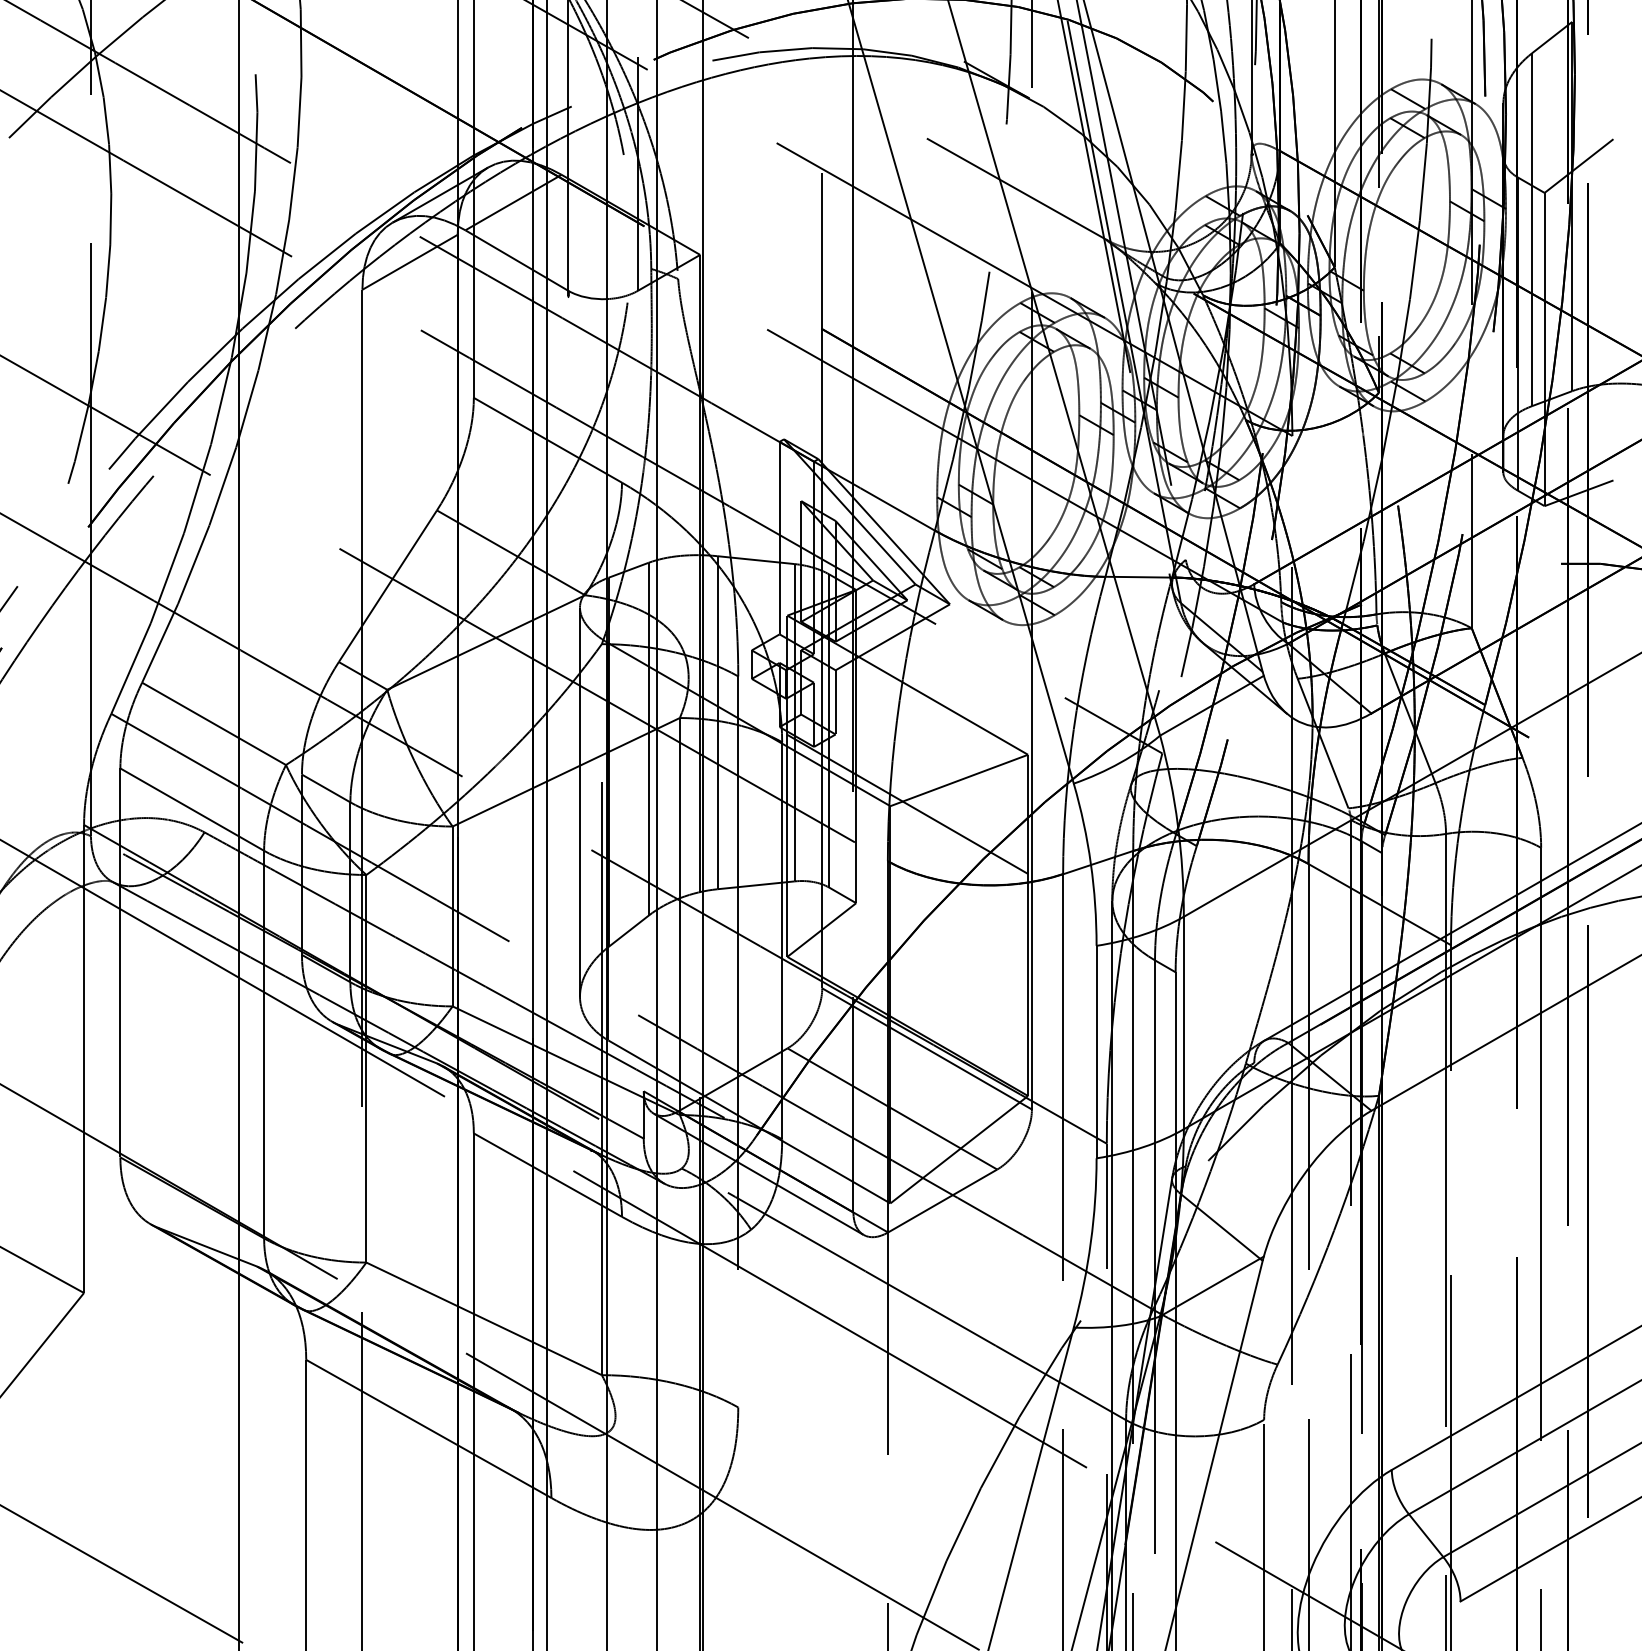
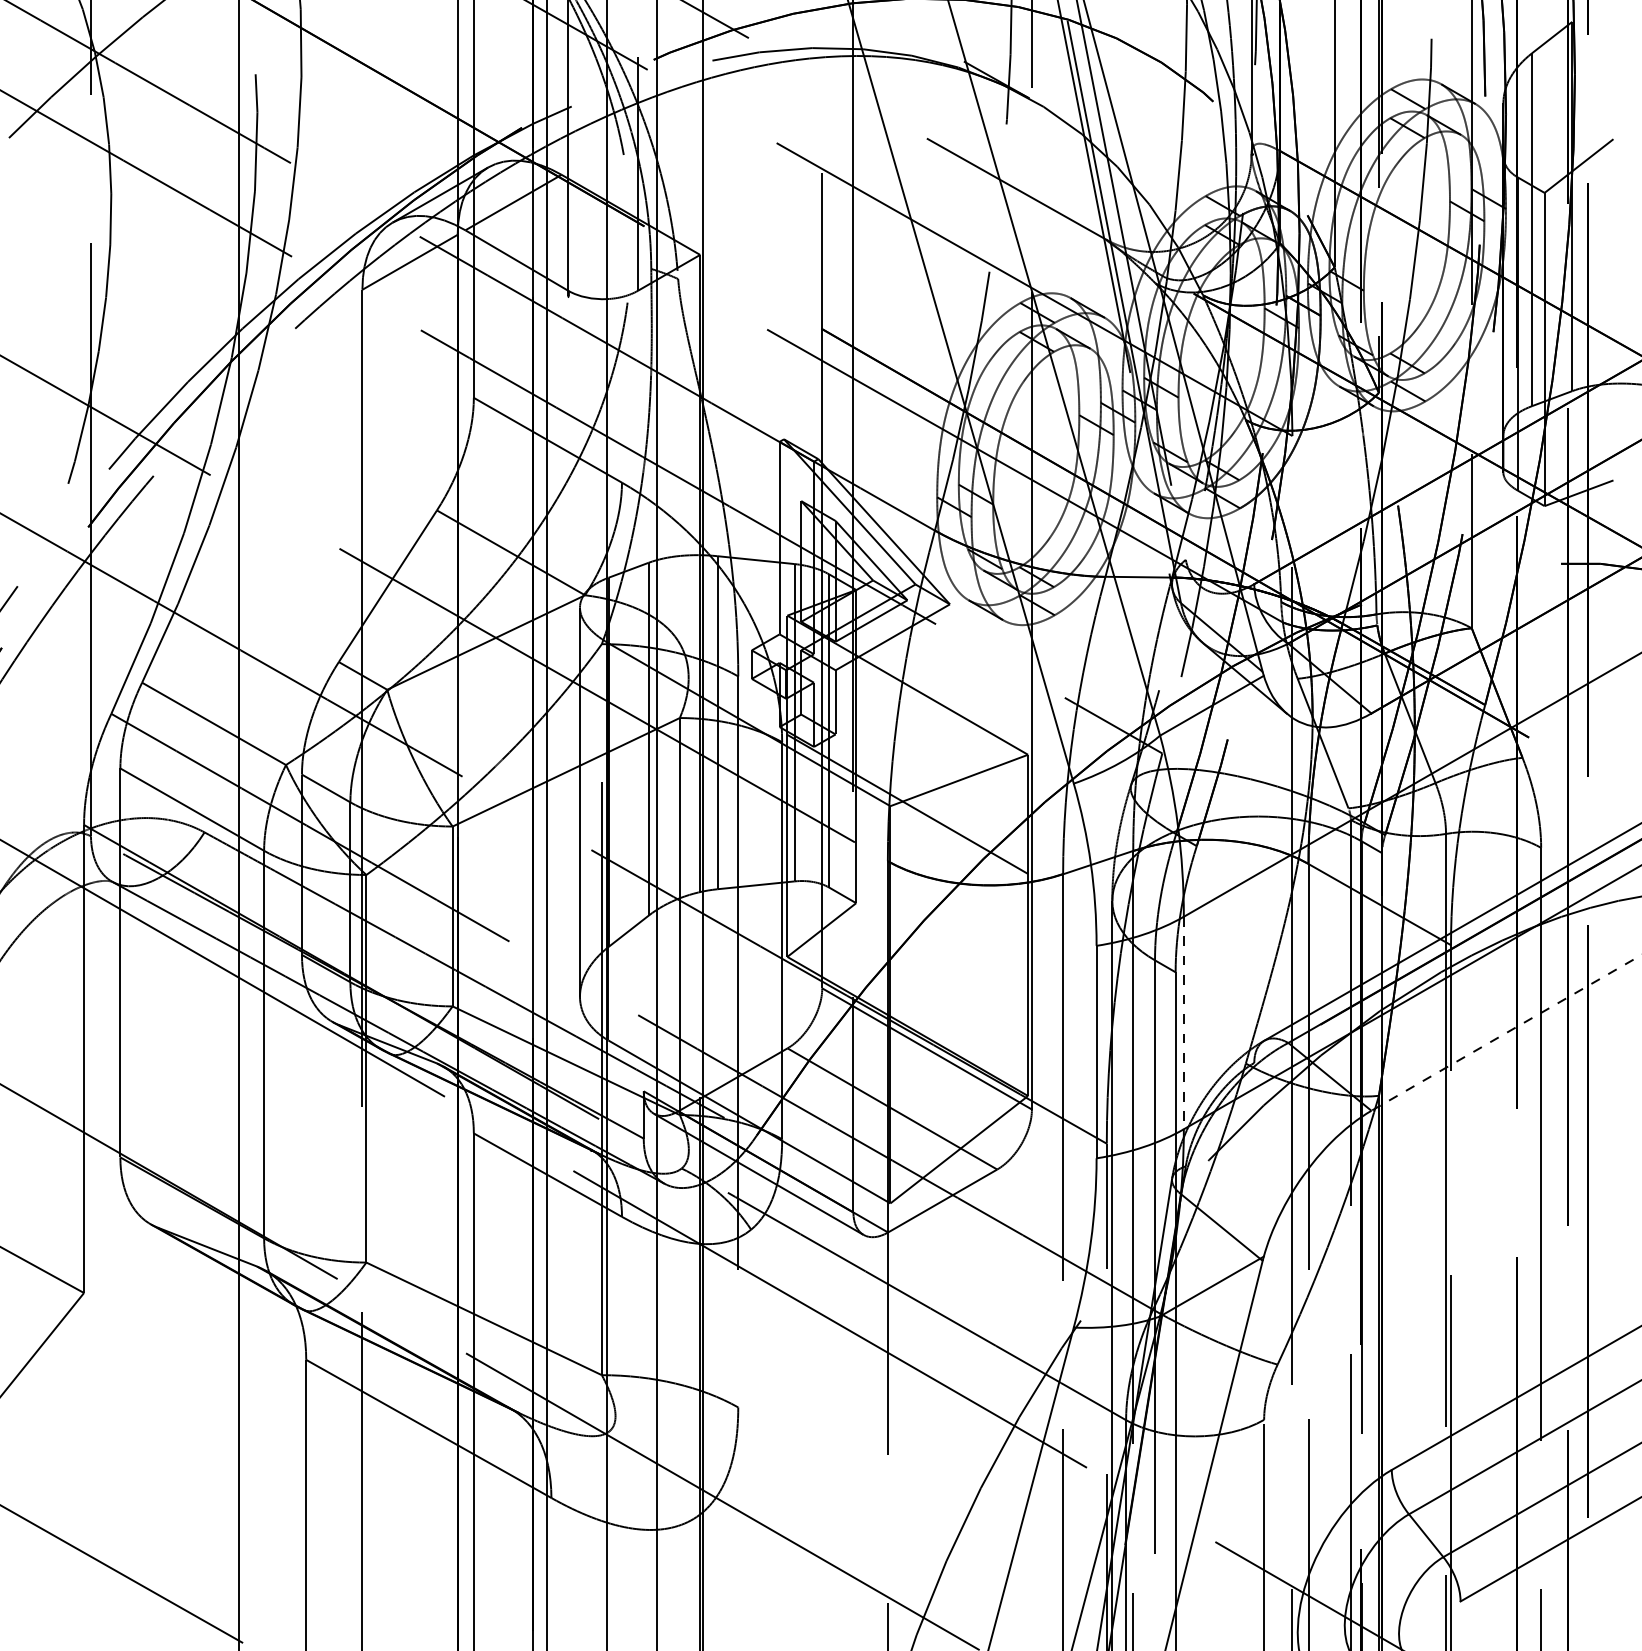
line at (1183, 1023): solid -> dashed
line at (1506, 1032): solid -> dashed
